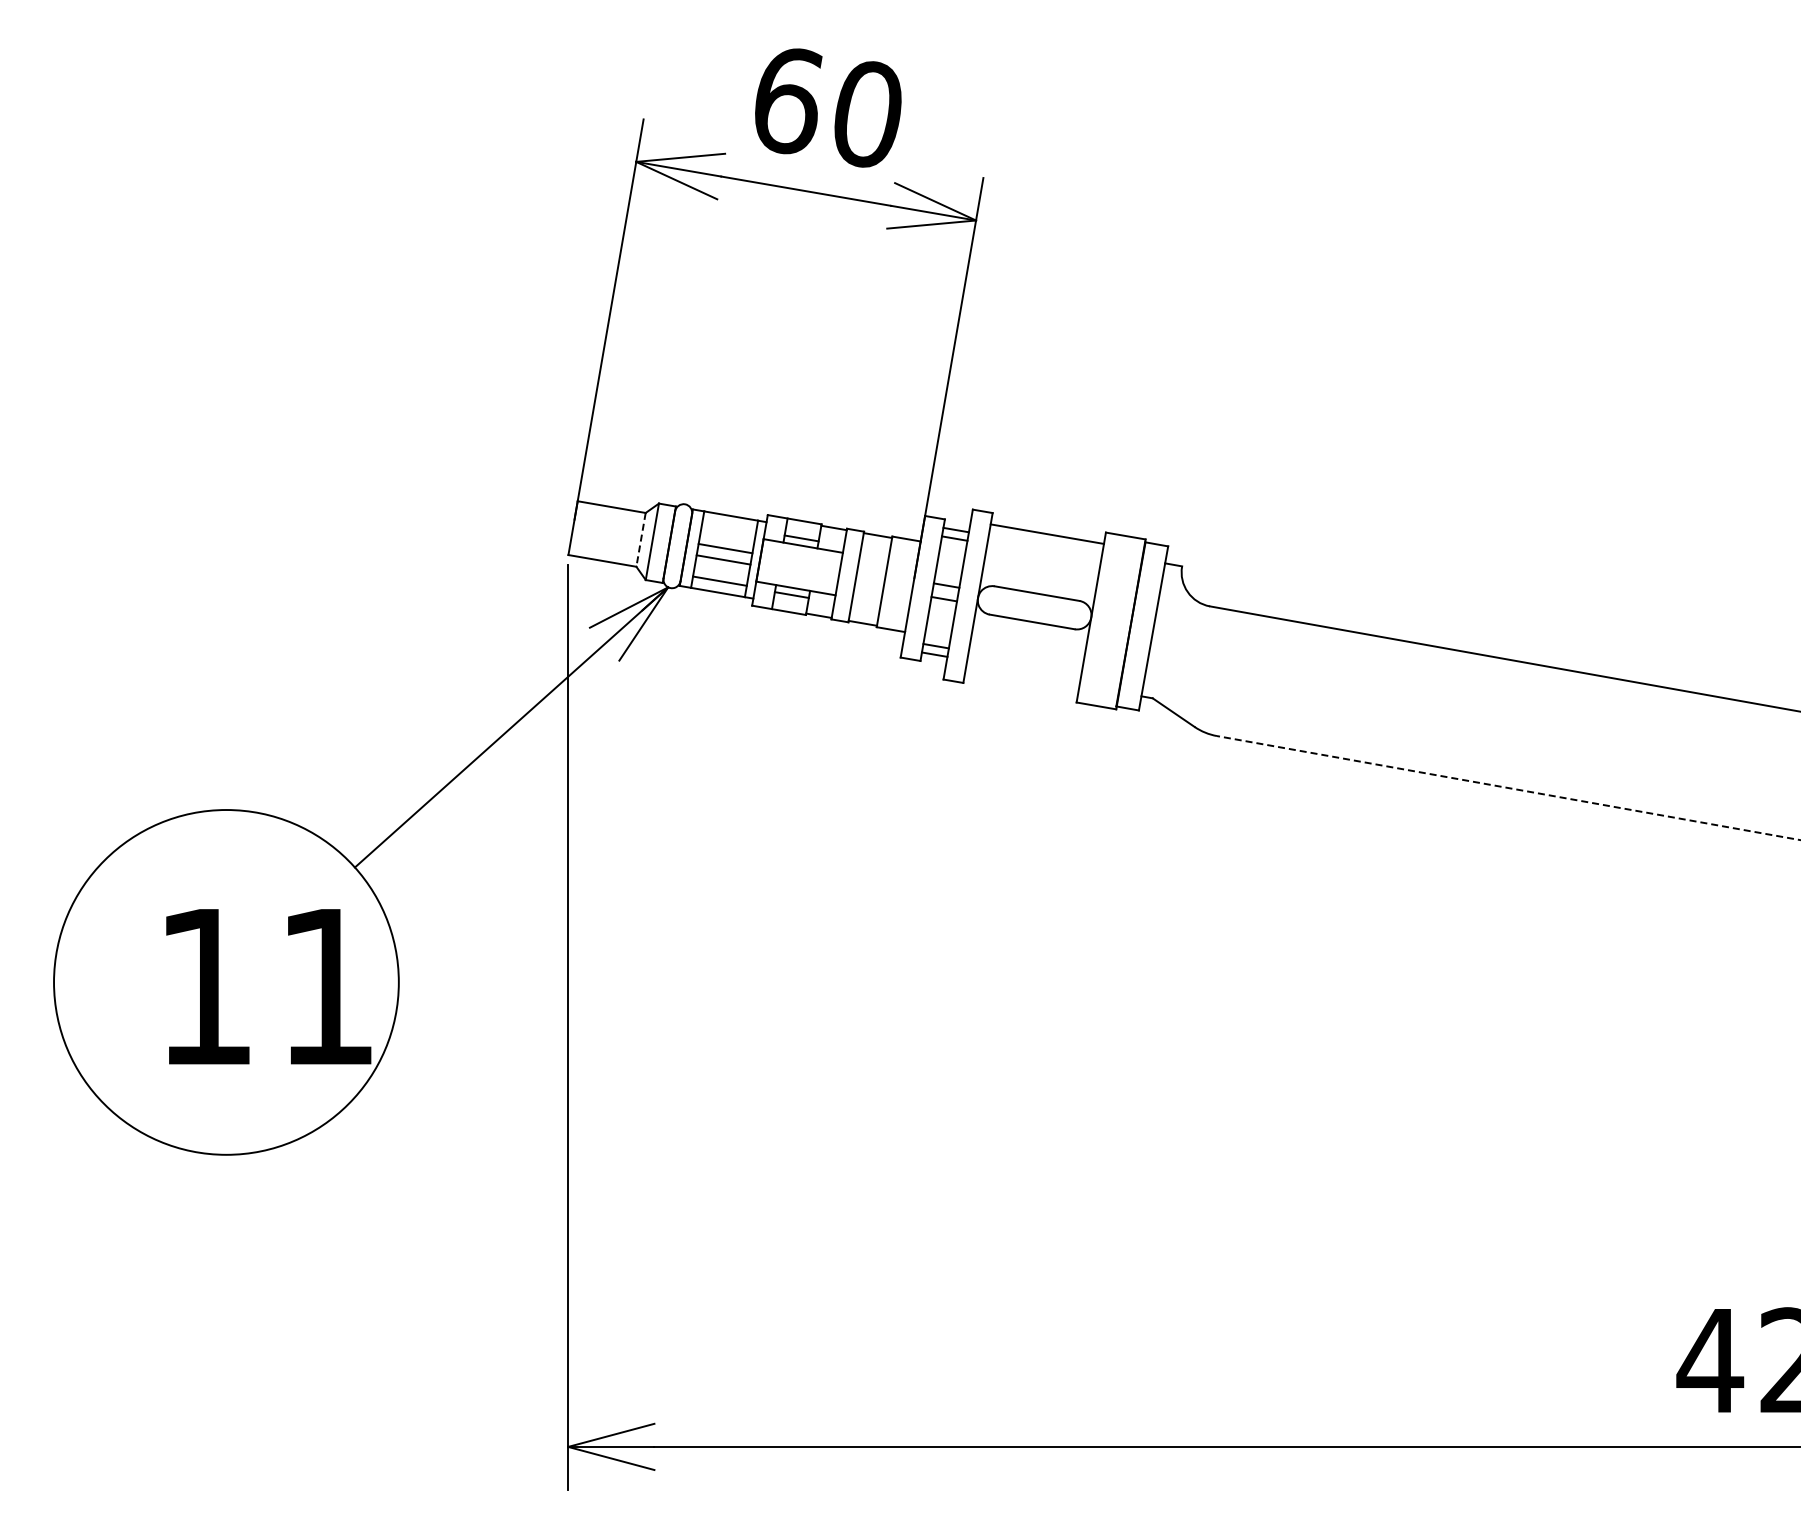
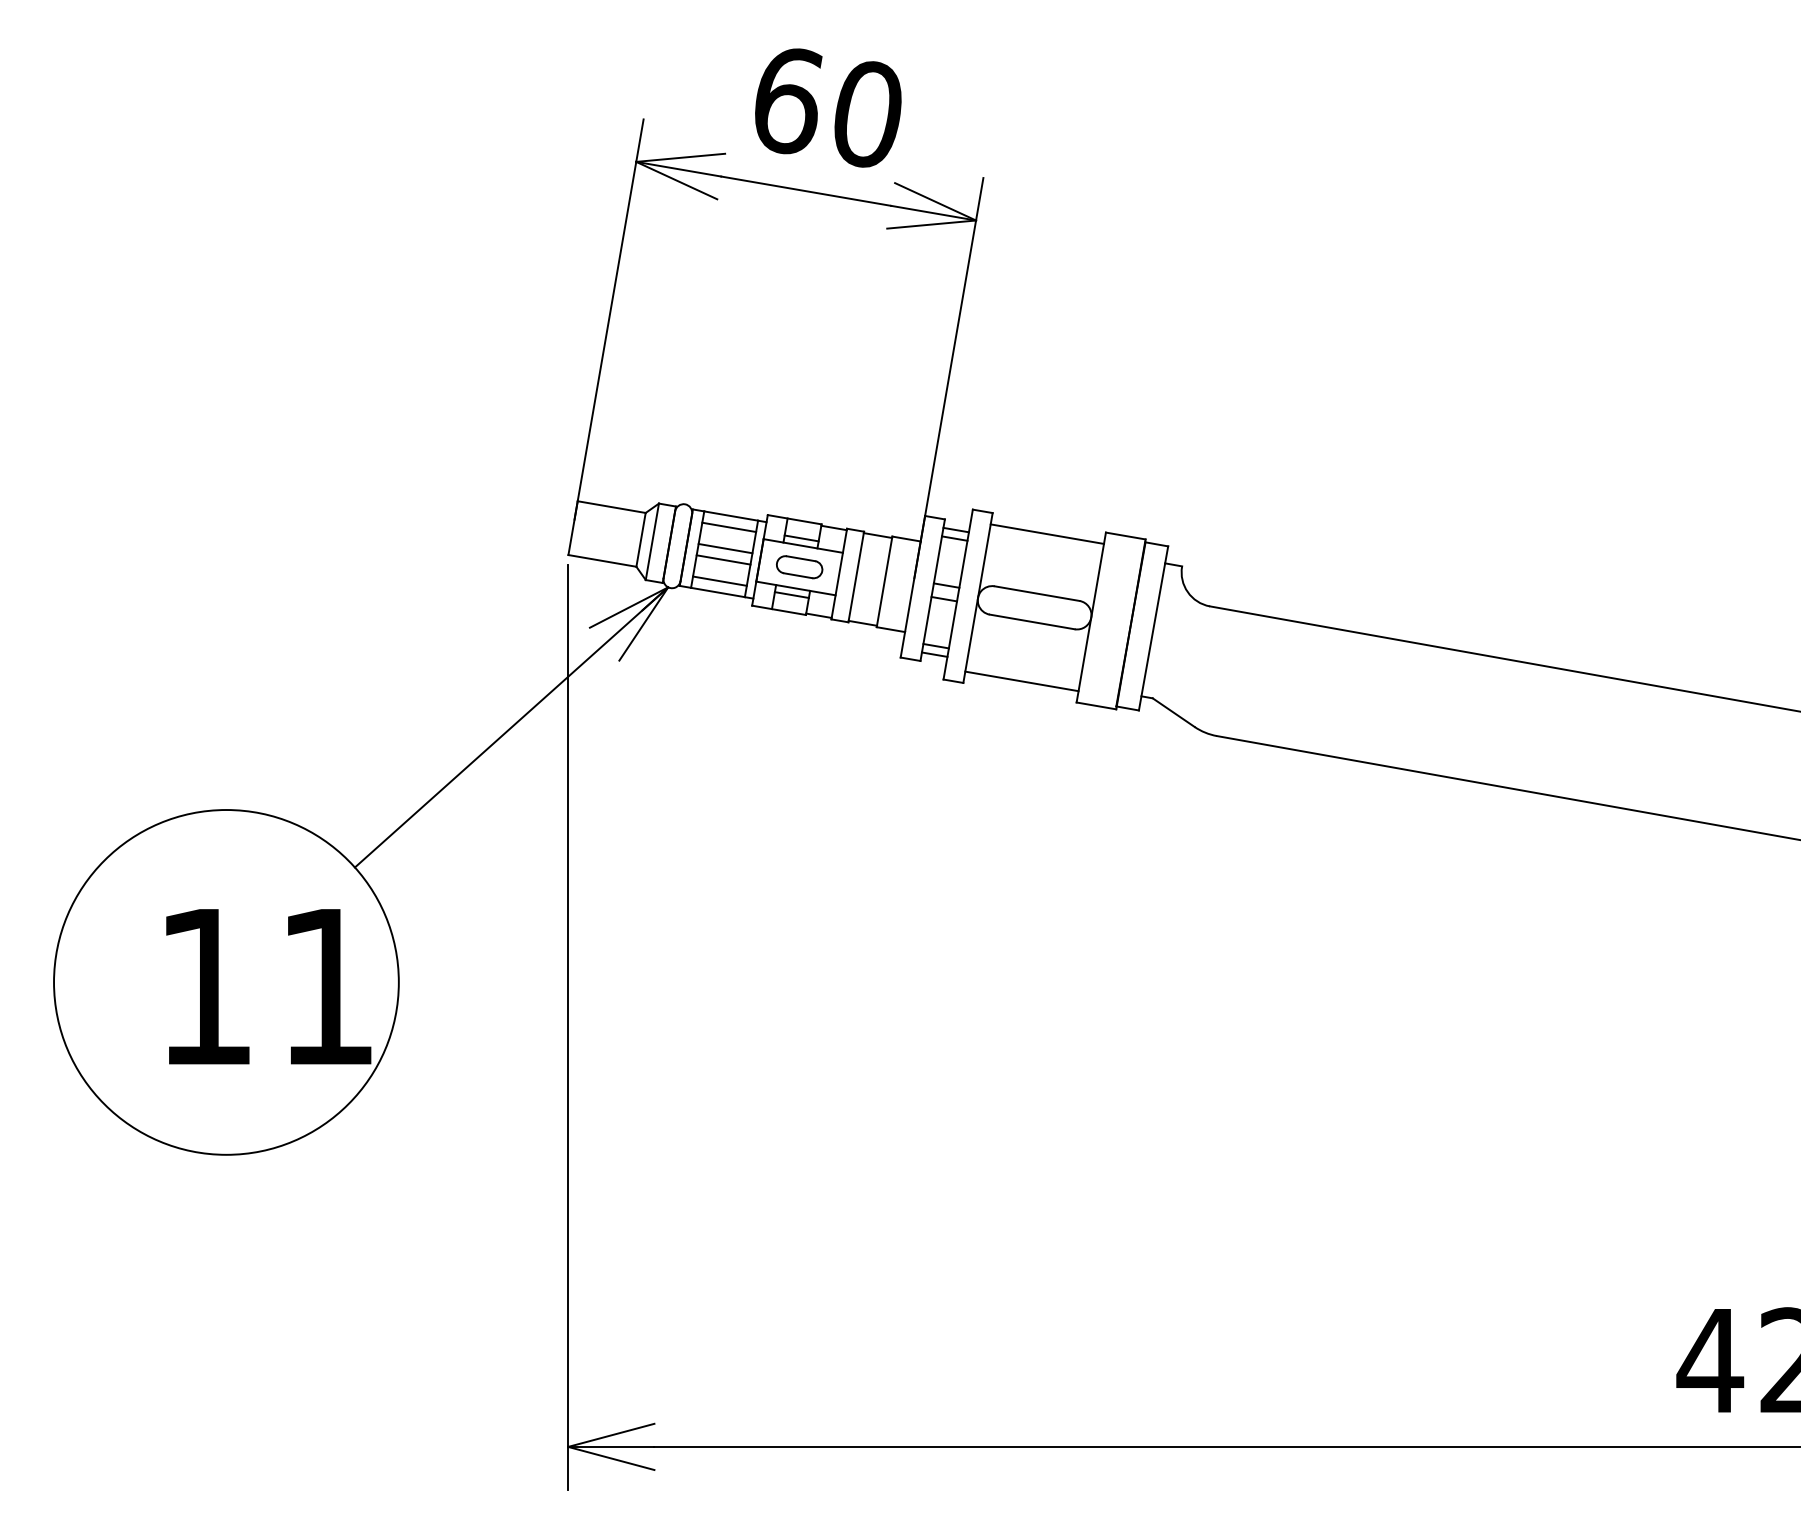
line at (729, 527): none -> present
line at (640, 540): dashed -> solid
part at (799, 567): none -> present
line at (1021, 681): none -> present
line at (1508, 787): dashed -> solid
